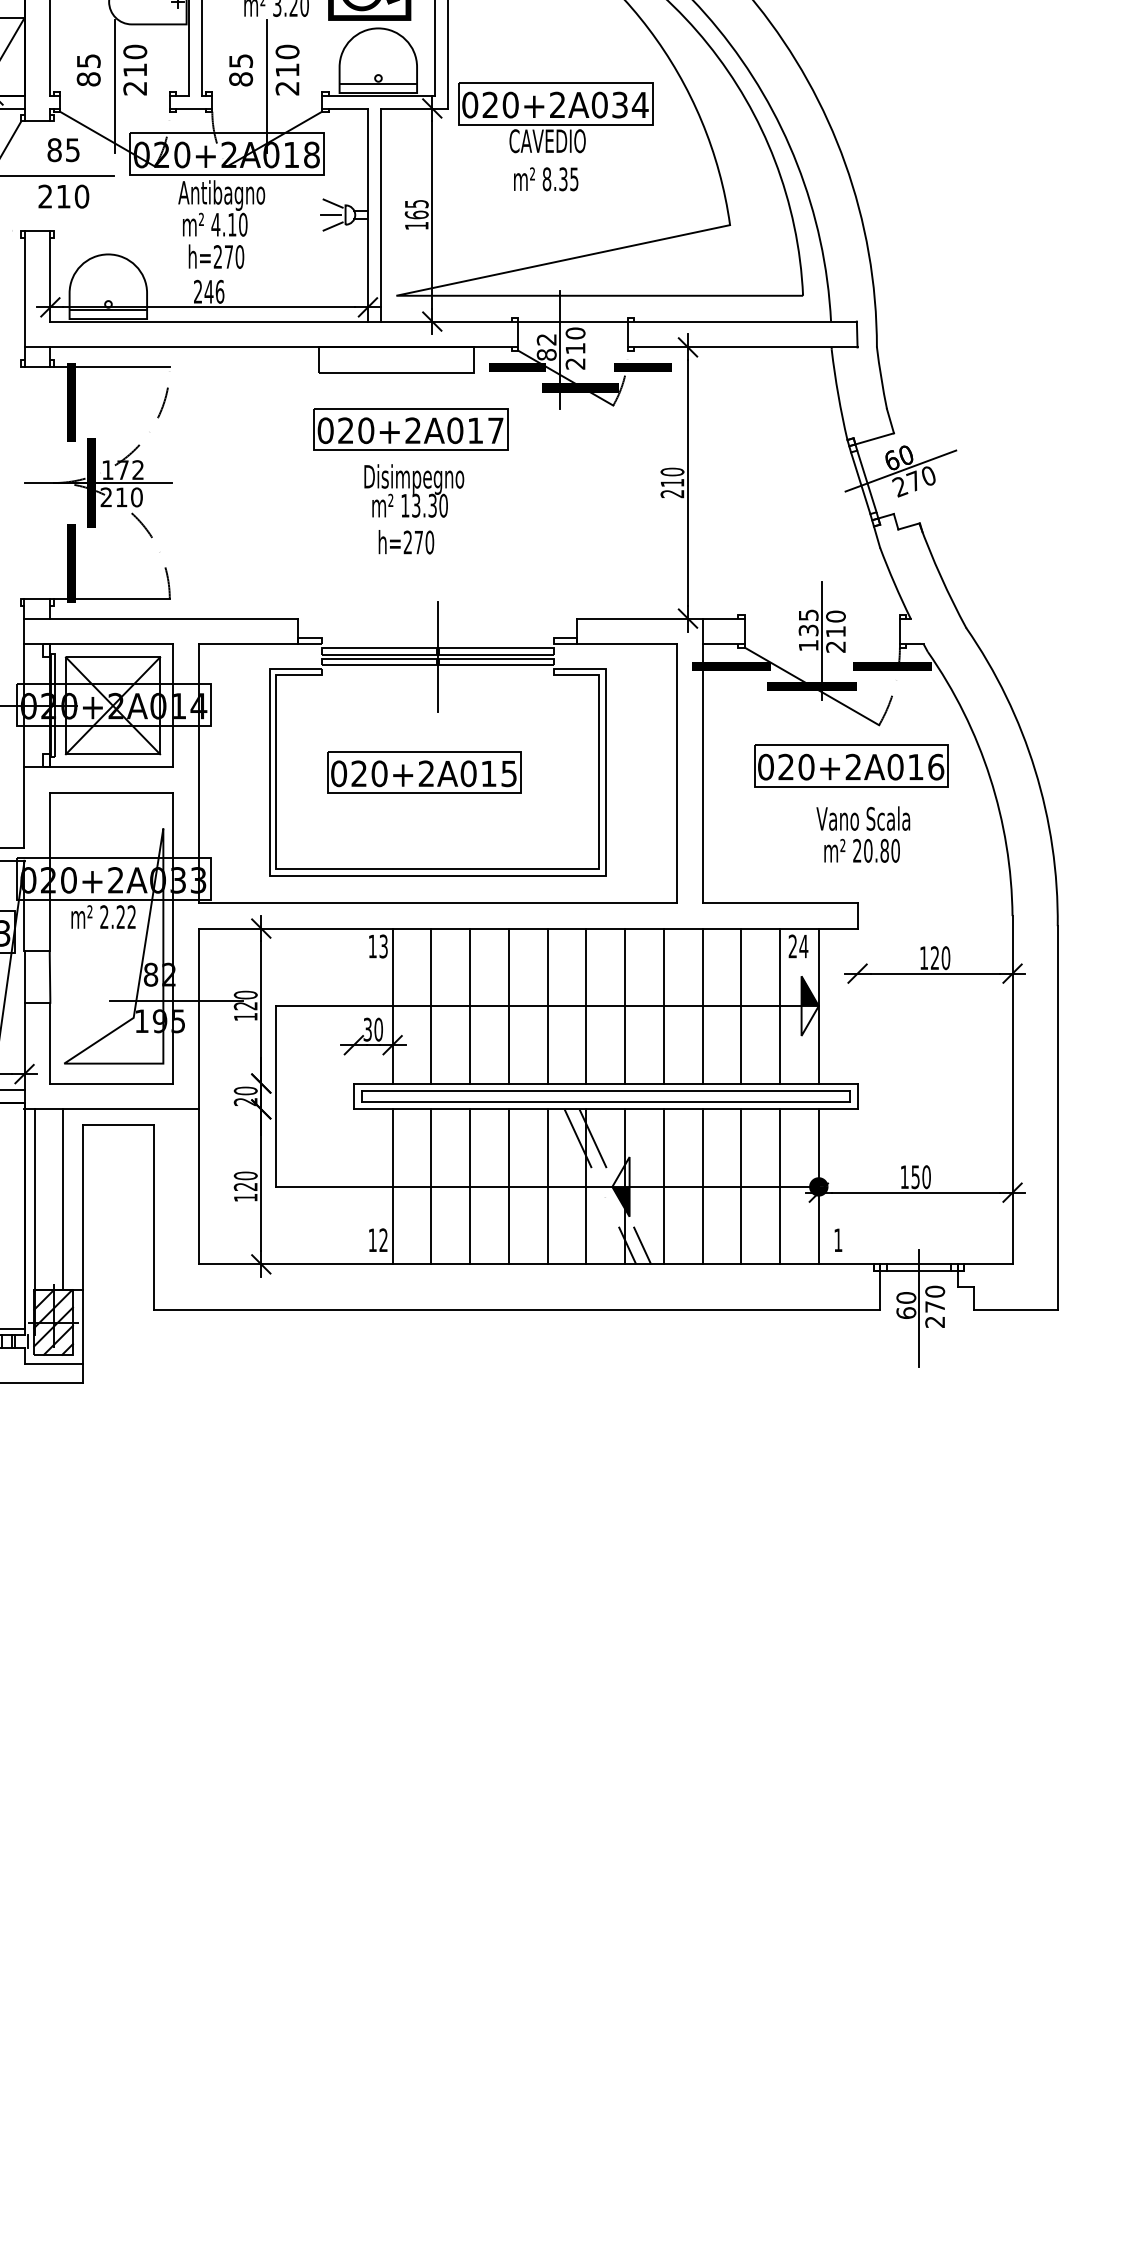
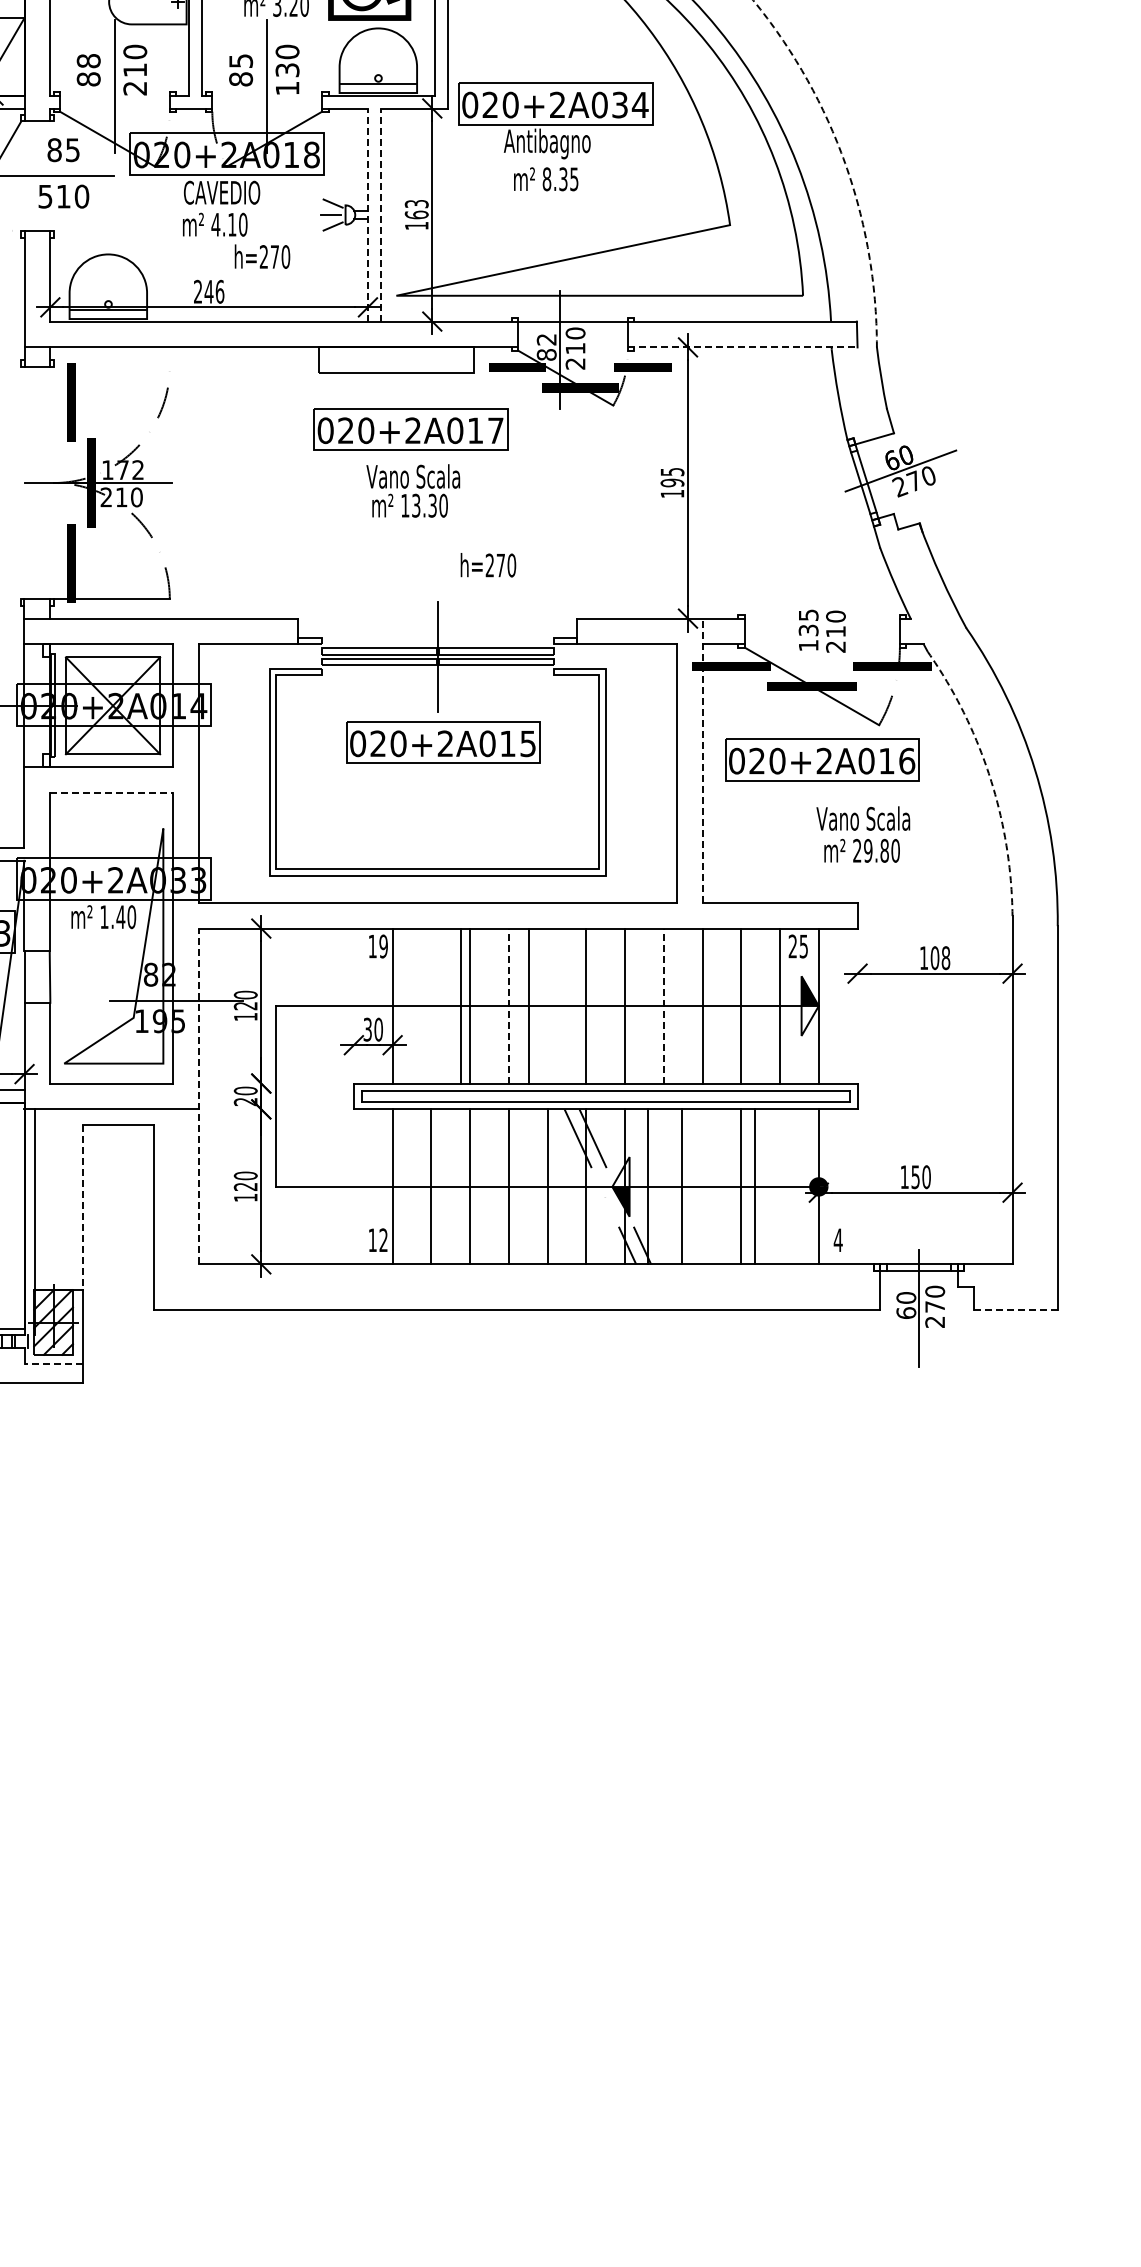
text at (88, 61): 85 -> 88
text at (287, 79): 210 -> 130
text at (546, 143): CAVEDIO -> Antibagno
arc at (845, 163): solid -> dashed
text at (221, 195): Antibagno -> CAVEDIO
text at (45, 196): 210 -> 510
text at (415, 203): 165 -> 163
line at (367, 215): solid -> dashed
line at (380, 215): solid -> dashed
text at (216, 256) position: (216, 256) -> (262, 256)
line at (742, 347): solid -> dashed
line at (111, 366): present -> none
text at (414, 479): Disimpegno -> Vano Scala
text at (672, 482): 210 -> 195
text at (406, 542) position: (406, 542) -> (488, 565)
line at (821, 640): present -> none
line at (702, 760): solid -> dashed
part at (851, 765) position: (851, 765) -> (822, 759)
part at (424, 772) position: (424, 772) -> (443, 742)
arc at (990, 777): solid -> dashed
line at (111, 793): solid -> dashed
text at (868, 850): 20.80 -> 29.80
text at (118, 917): 2.22 -> 1.40
text at (383, 946): 13 -> 19
text at (803, 946): 24 -> 25
text at (940, 958): 120 -> 108
line at (431, 1005) position: (431, 1005) -> (461, 1005)
line at (508, 1005): solid -> dashed
line at (547, 1005) position: (547, 1005) -> (528, 1005)
line at (663, 1005): solid -> dashed
line at (198, 1096): solid -> dashed
line at (663, 1186) position: (663, 1186) -> (647, 1186)
line at (702, 1186) position: (702, 1186) -> (681, 1186)
line at (780, 1186) position: (780, 1186) -> (755, 1186)
line at (63, 1199): present -> none
line at (82, 1207): solid -> dashed
text at (837, 1239): 1 -> 4
line at (1015, 1309): solid -> dashed
line at (53, 1364): solid -> dashed
